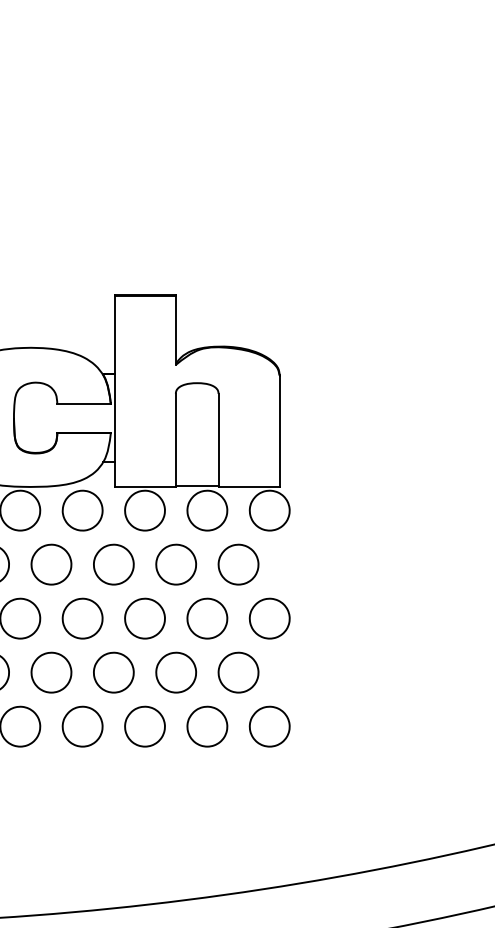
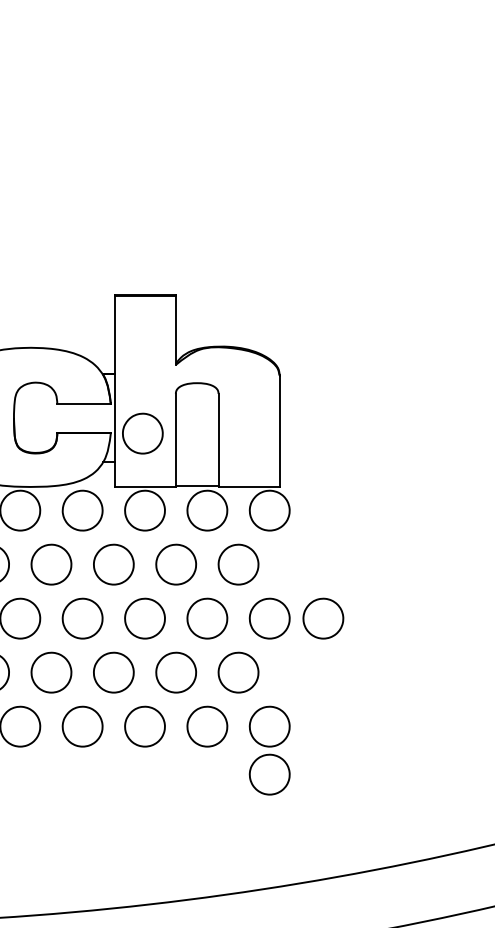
part at (142, 433): none -> present
part at (323, 618): none -> present
part at (269, 774): none -> present
